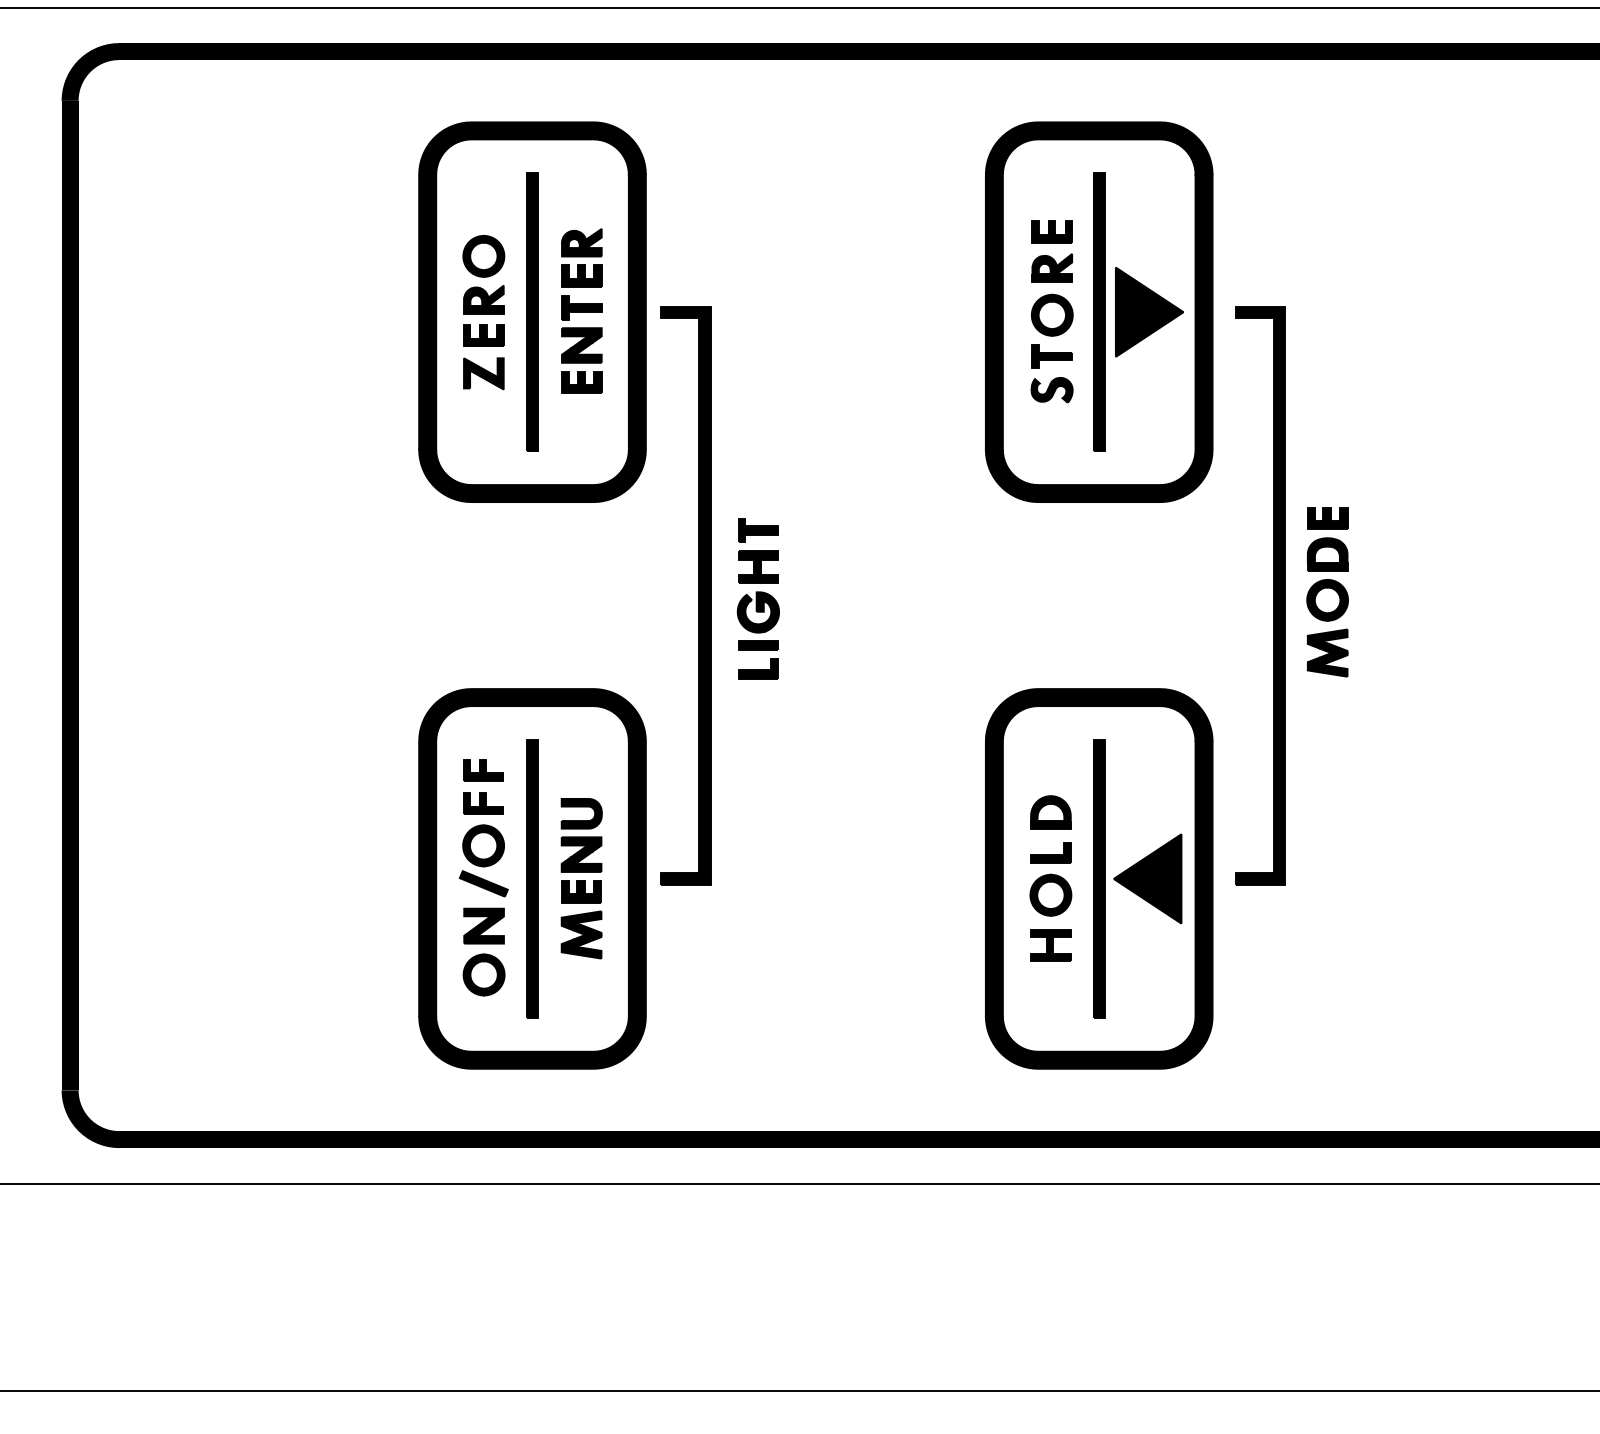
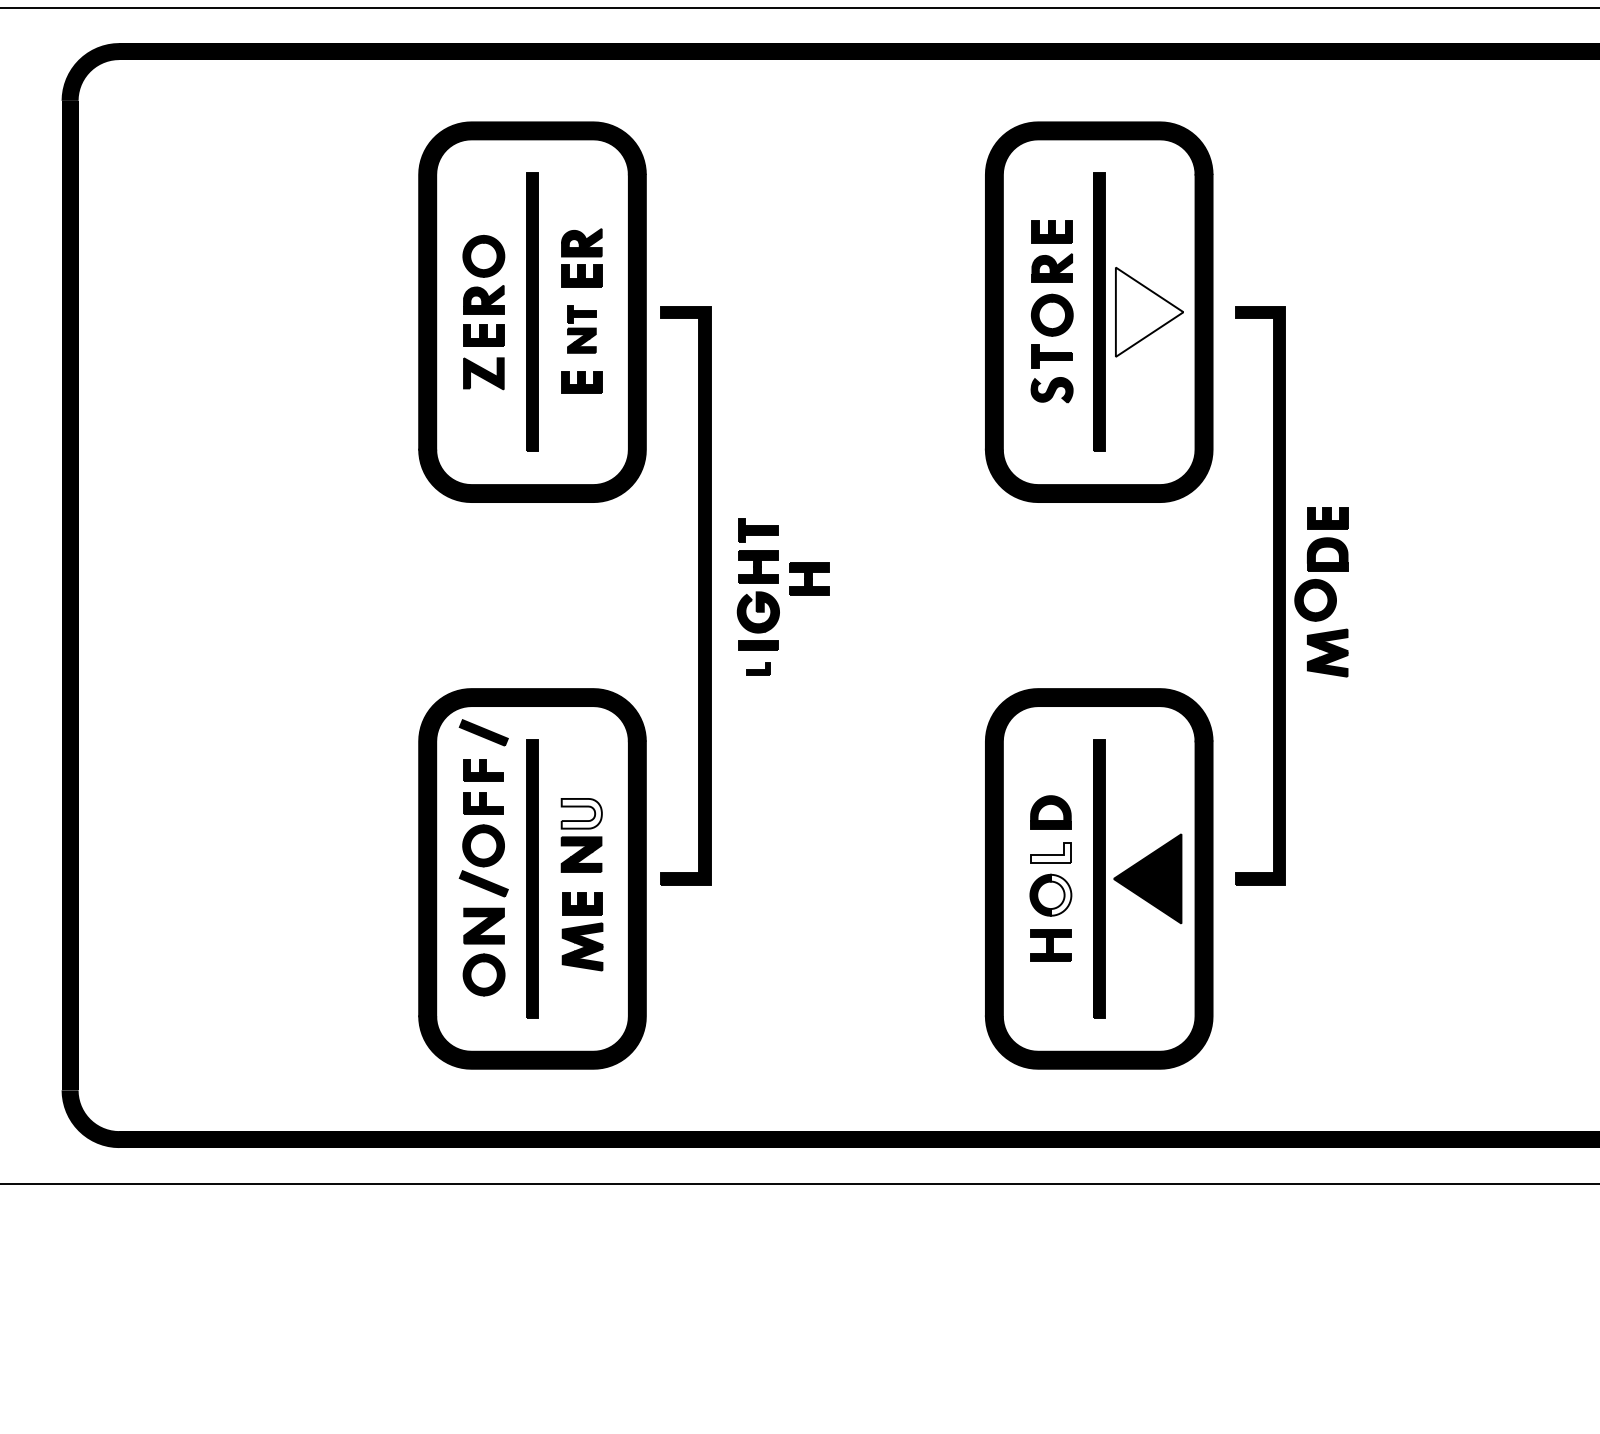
fill at (1149, 311): present -> none
part at (581, 329) size: 42x69 px -> 30x49 px
part at (809, 578): none -> present
part at (1327, 600) position: (1327, 600) -> (1315, 600)
part at (758, 668) size: 41x22 px -> 25x14 px
part at (483, 732): none -> present
fill at (581, 813): present -> none
fill at (1050, 852): present -> none
fill at (1060, 894): present -> none
part at (581, 919) position: (581, 919) -> (582, 931)
line at (799, 1390): present -> none
